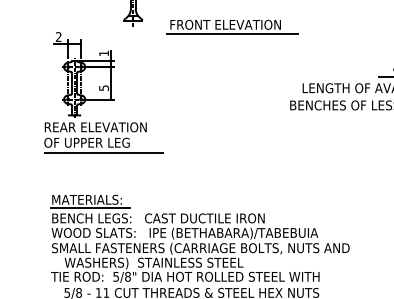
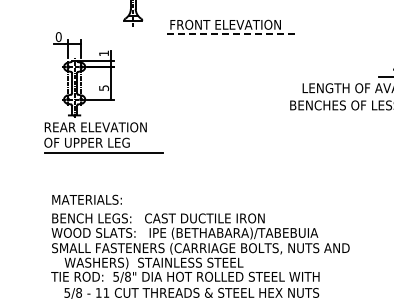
line at (233, 34): solid -> dashed
text at (58, 36): 2 -> 0
line at (90, 208): present -> none
